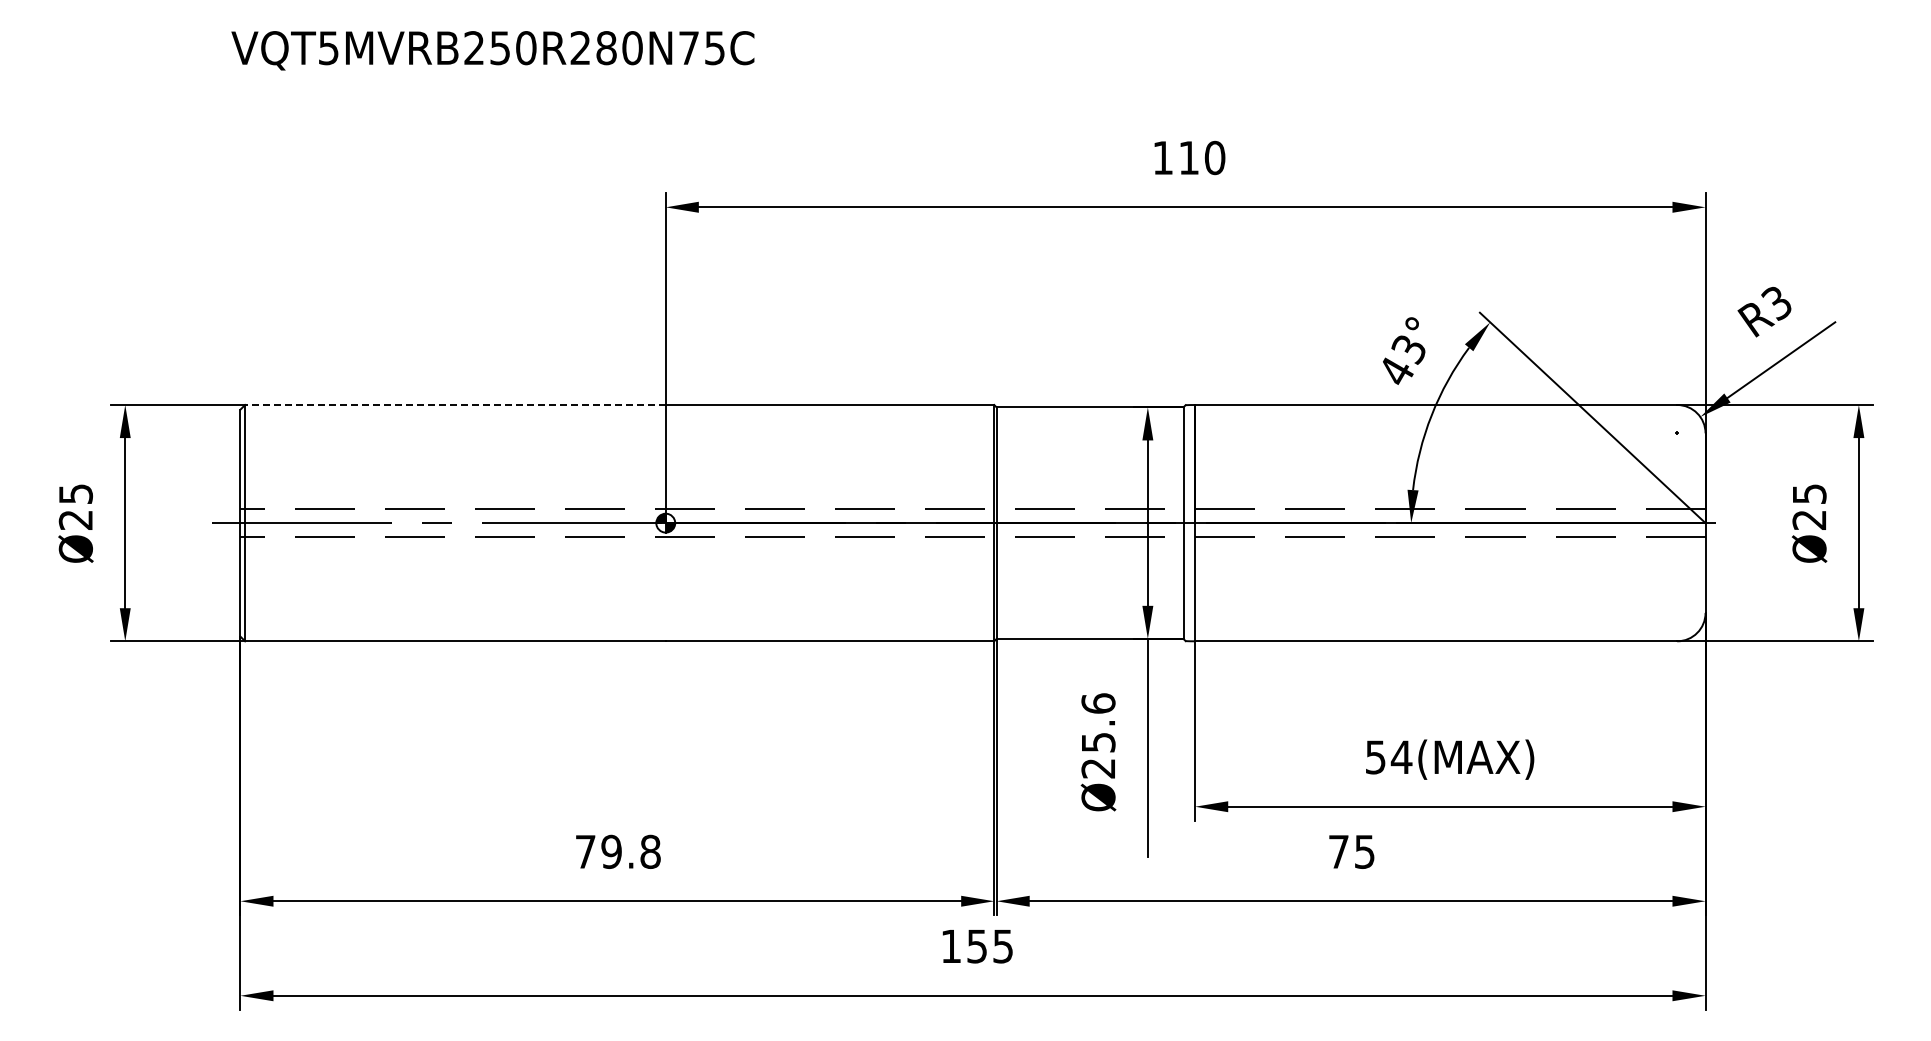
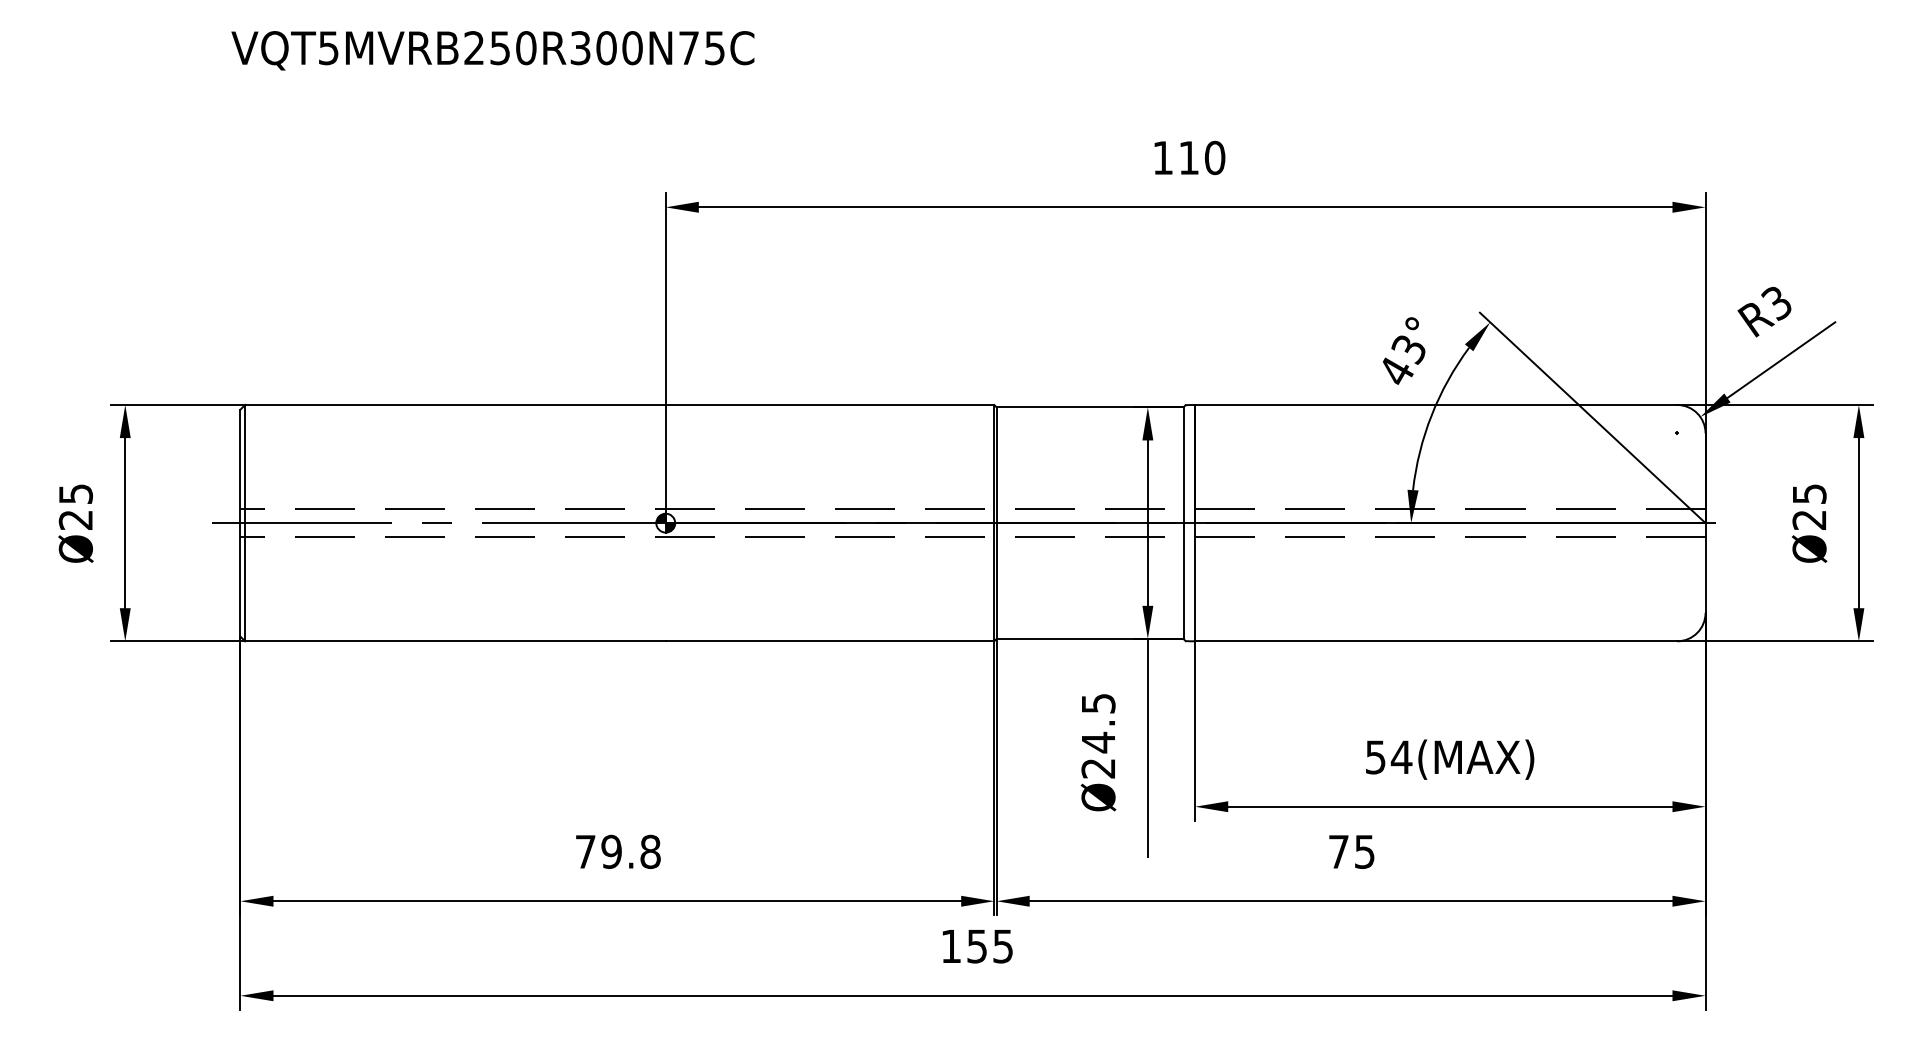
text at (593, 48): VQT5MVRB250R280N75C -> VQT5MVRB250R300N75C
line at (454, 404): dashed -> solid
text at (1098, 723): Ø25.6 -> Ø24.5
